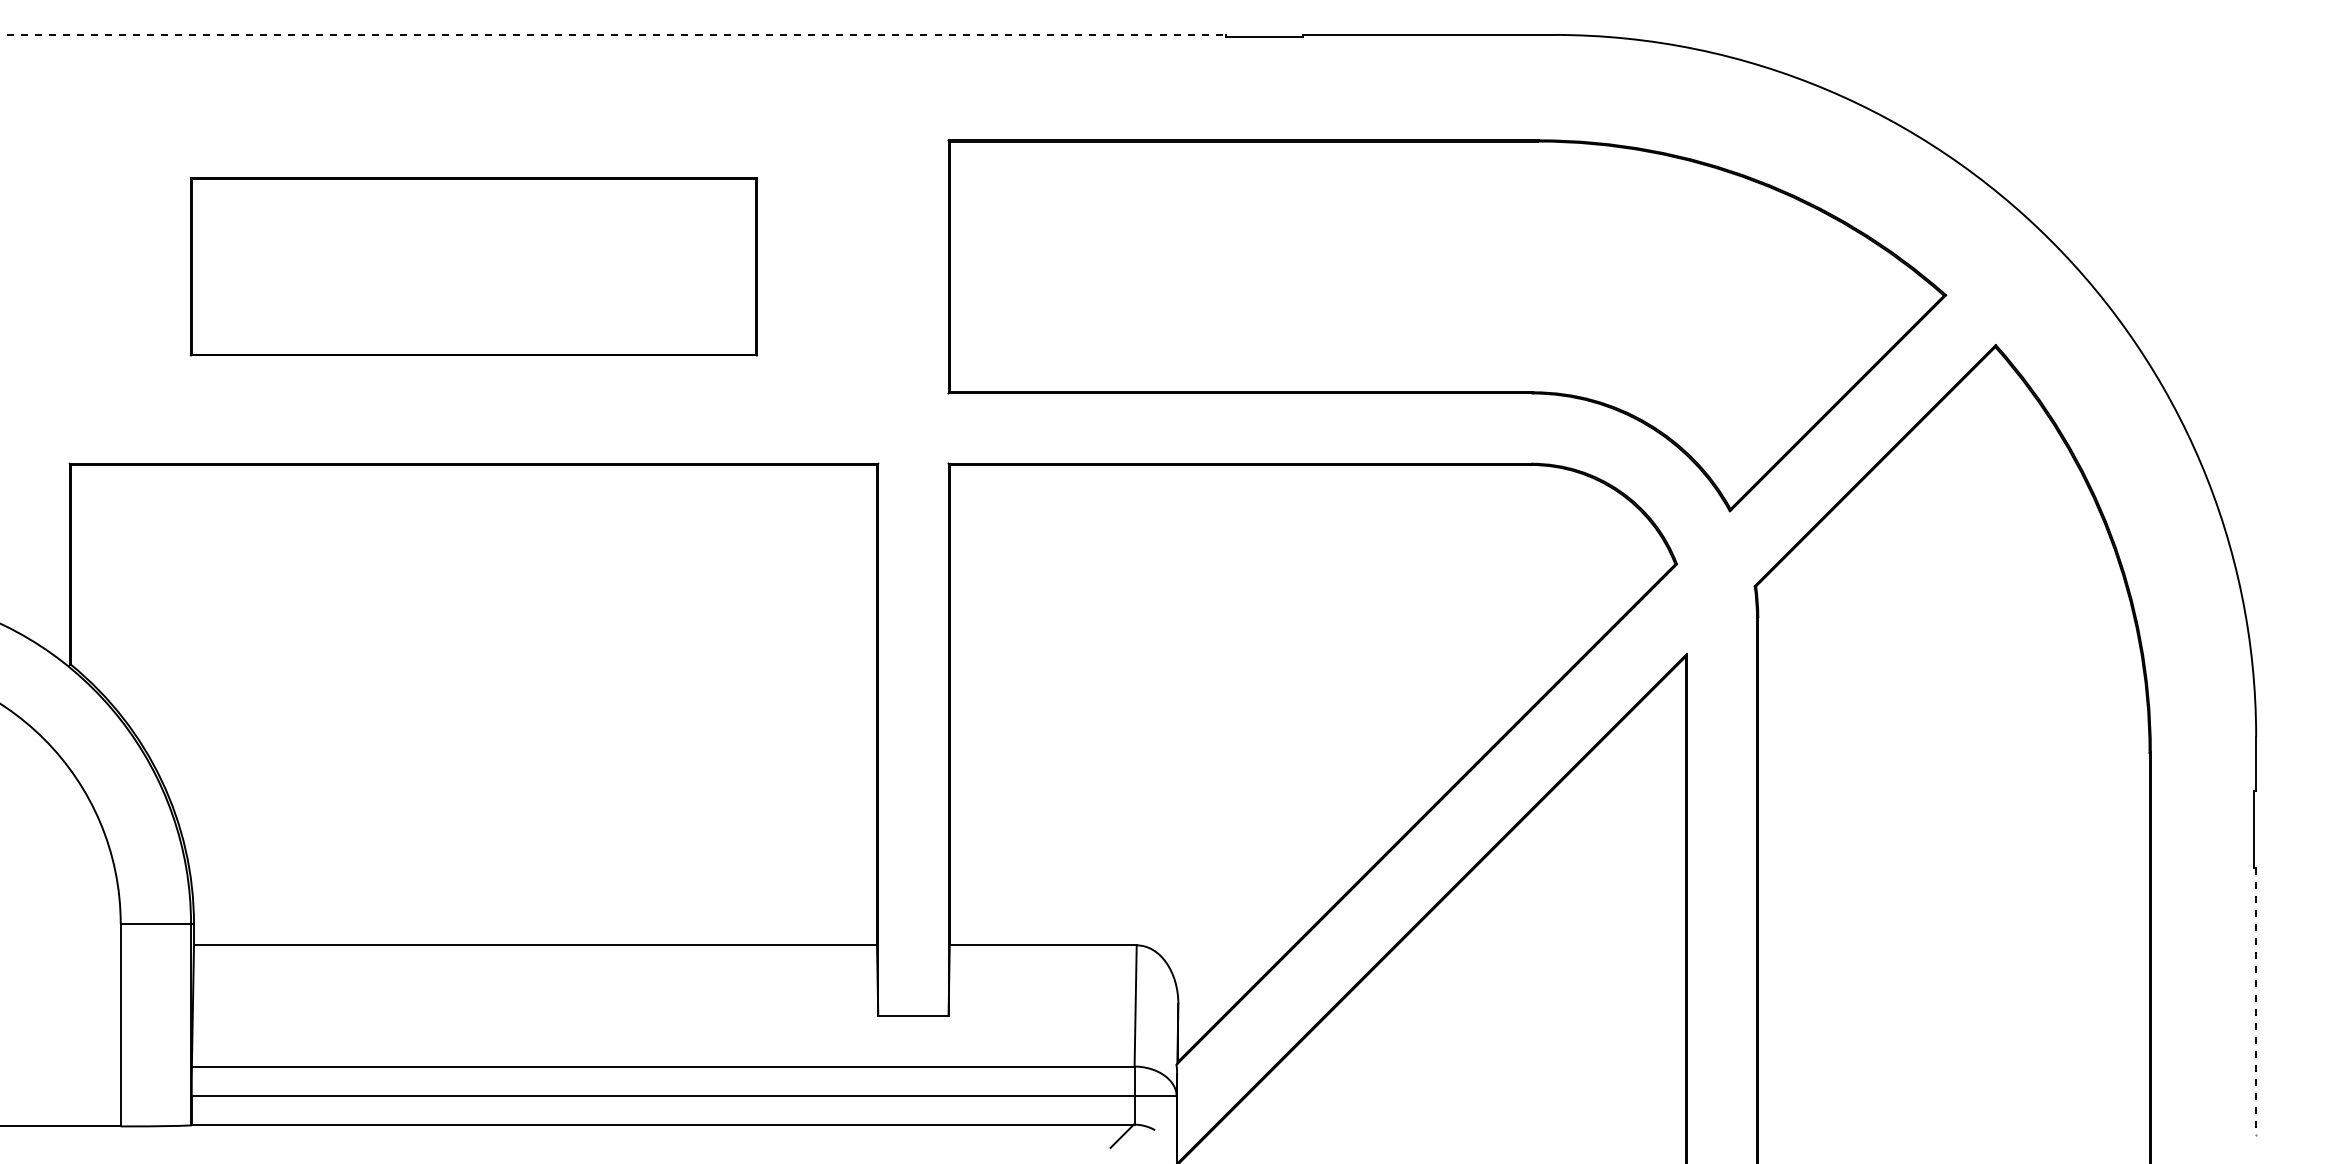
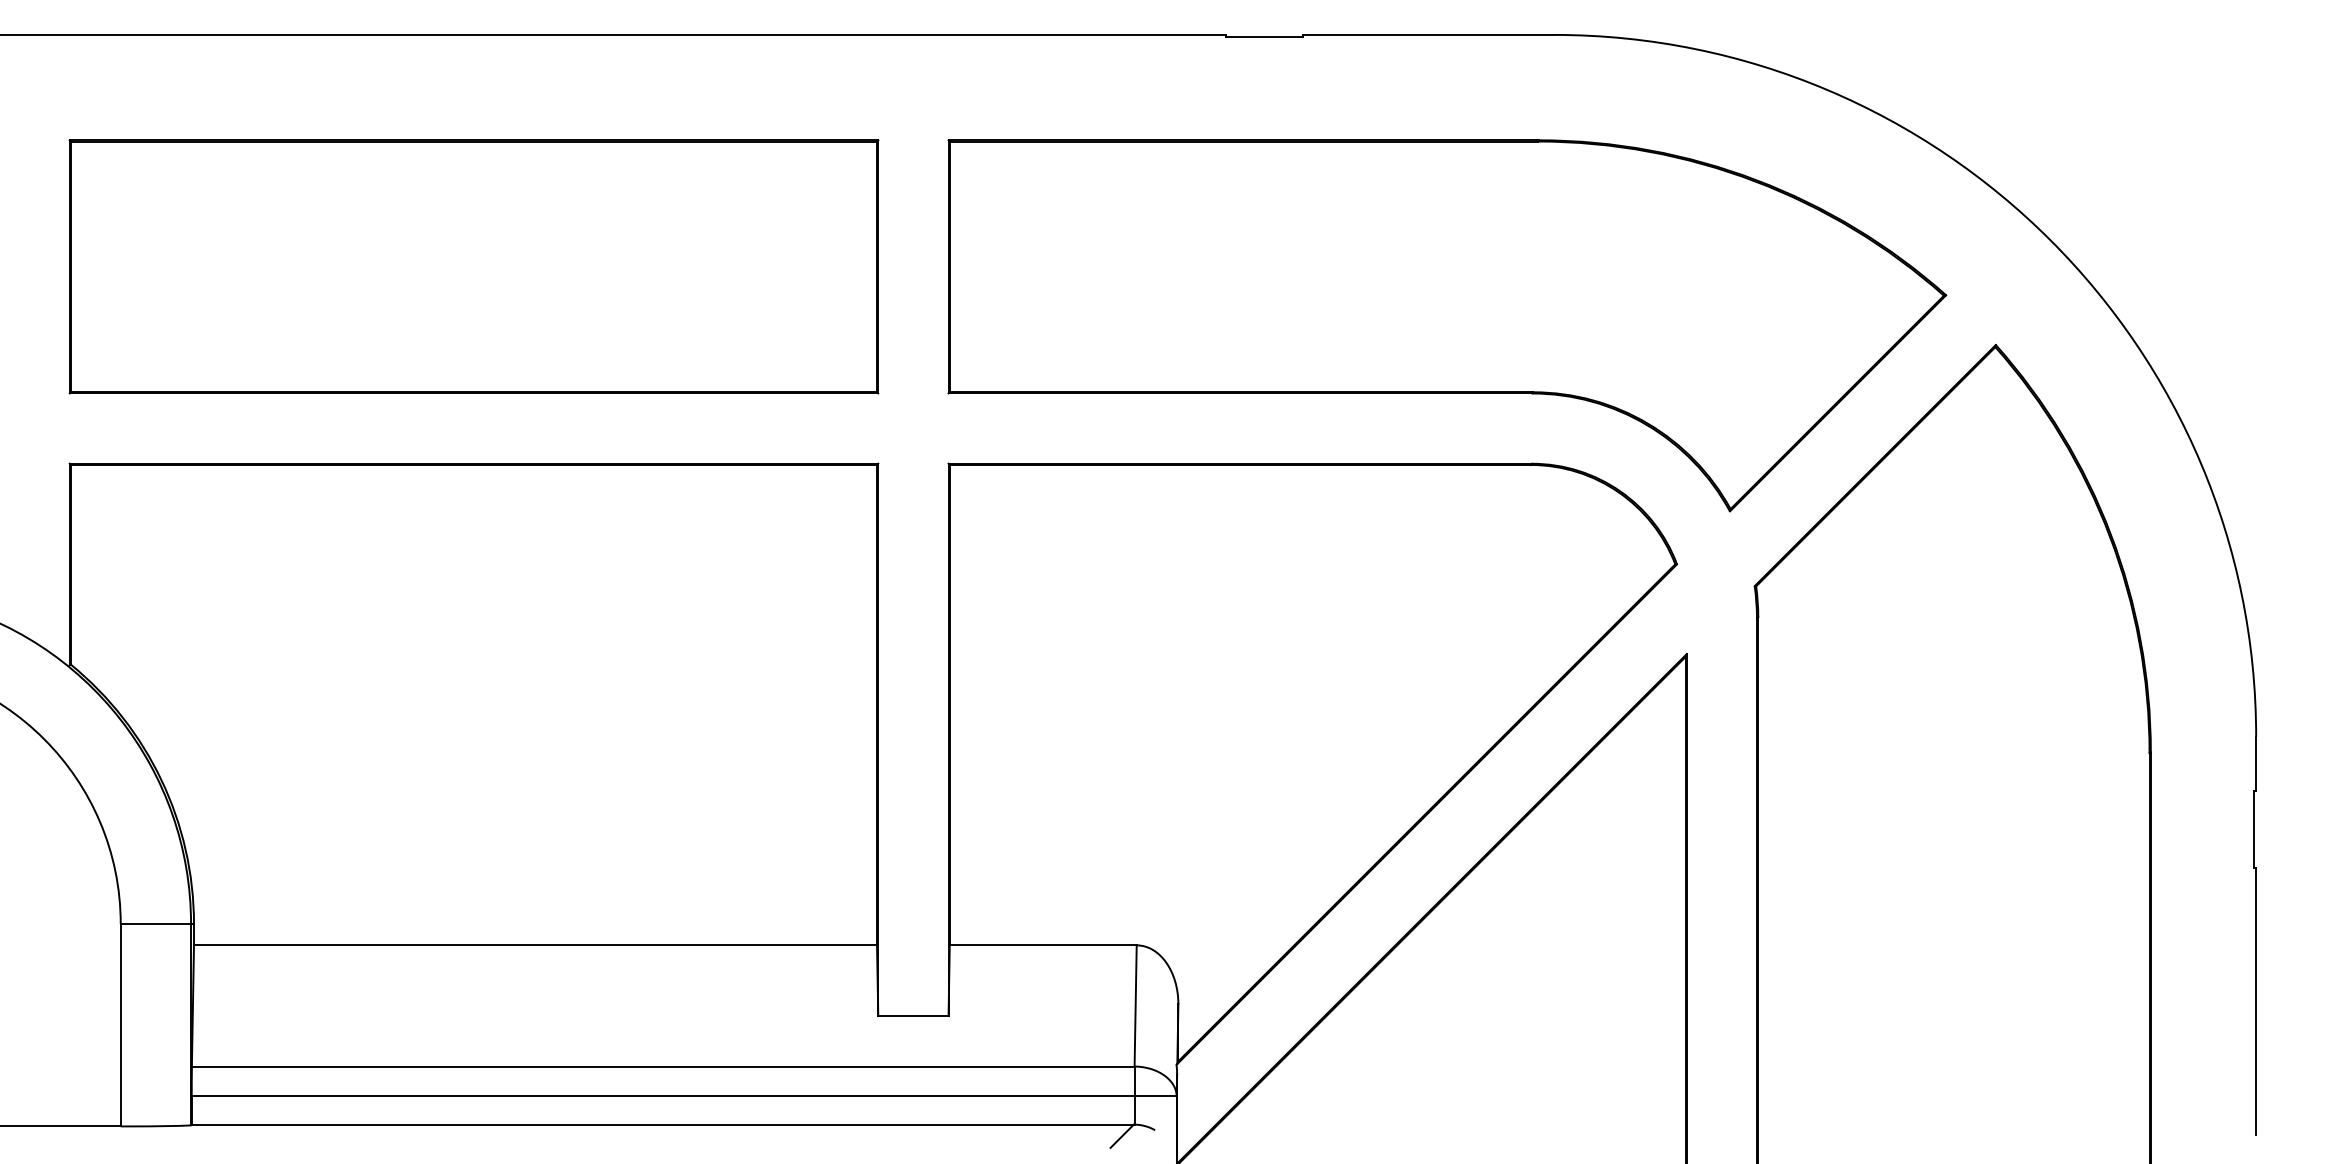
line at (613, 34): dashed -> solid
part at (474, 266) size: 569x180 px -> 812x256 px
line at (2256, 1001): dashed -> solid
